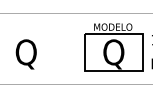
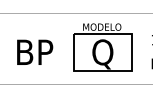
part at (113, 47) position: (113, 47) -> (102, 47)
text at (34, 54): Q -> BP
